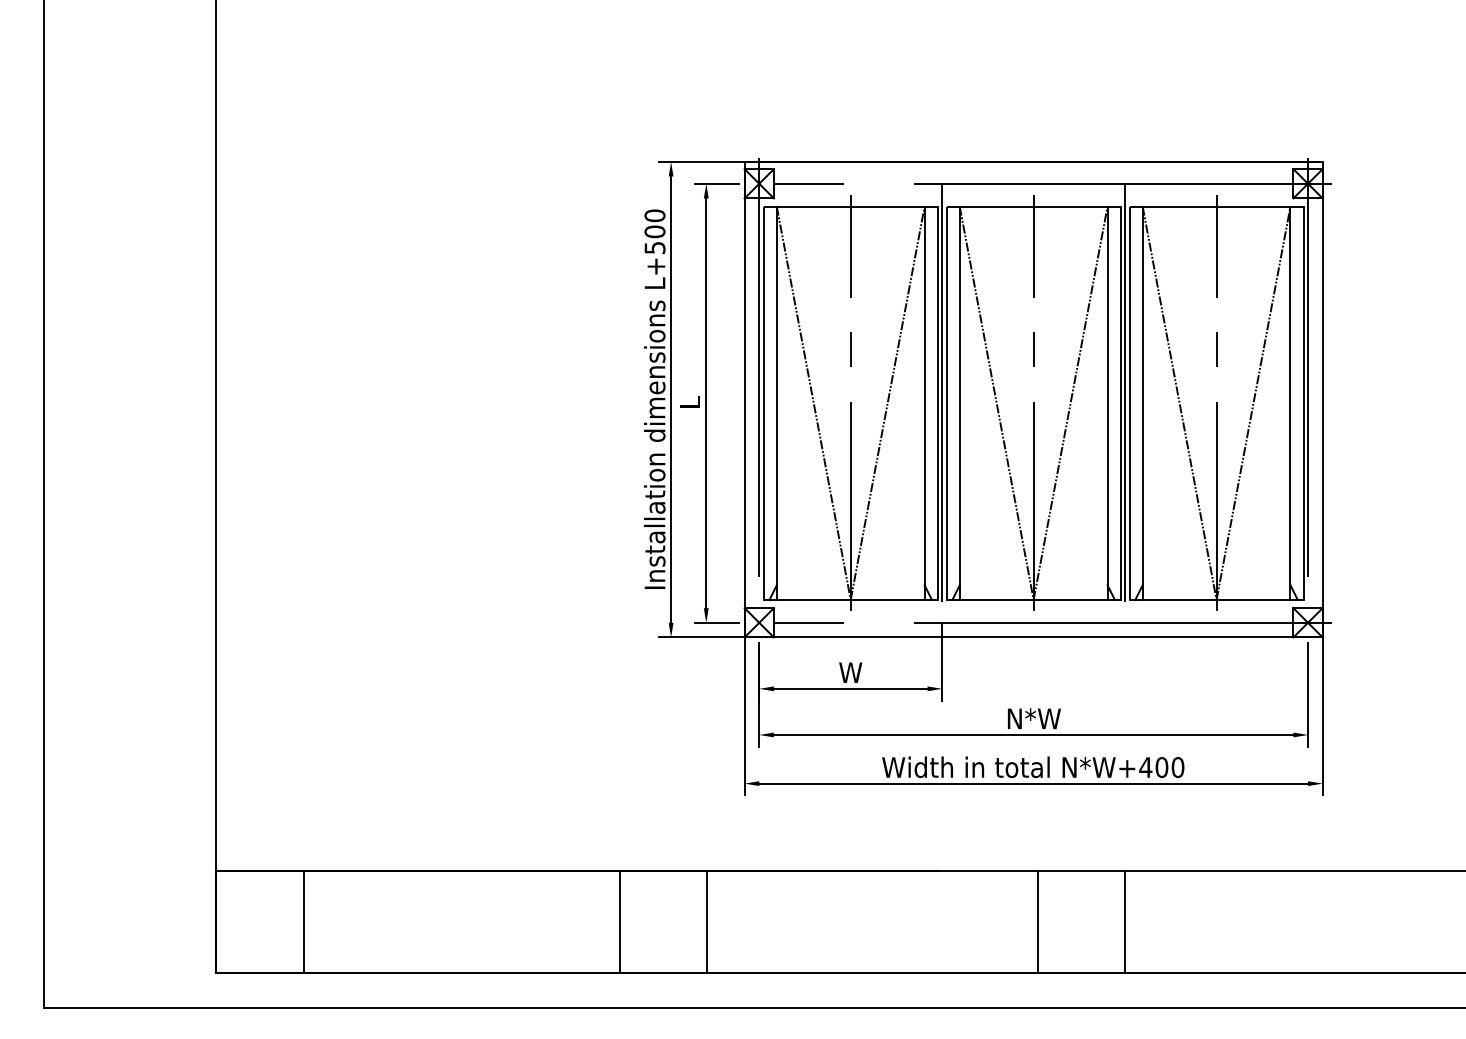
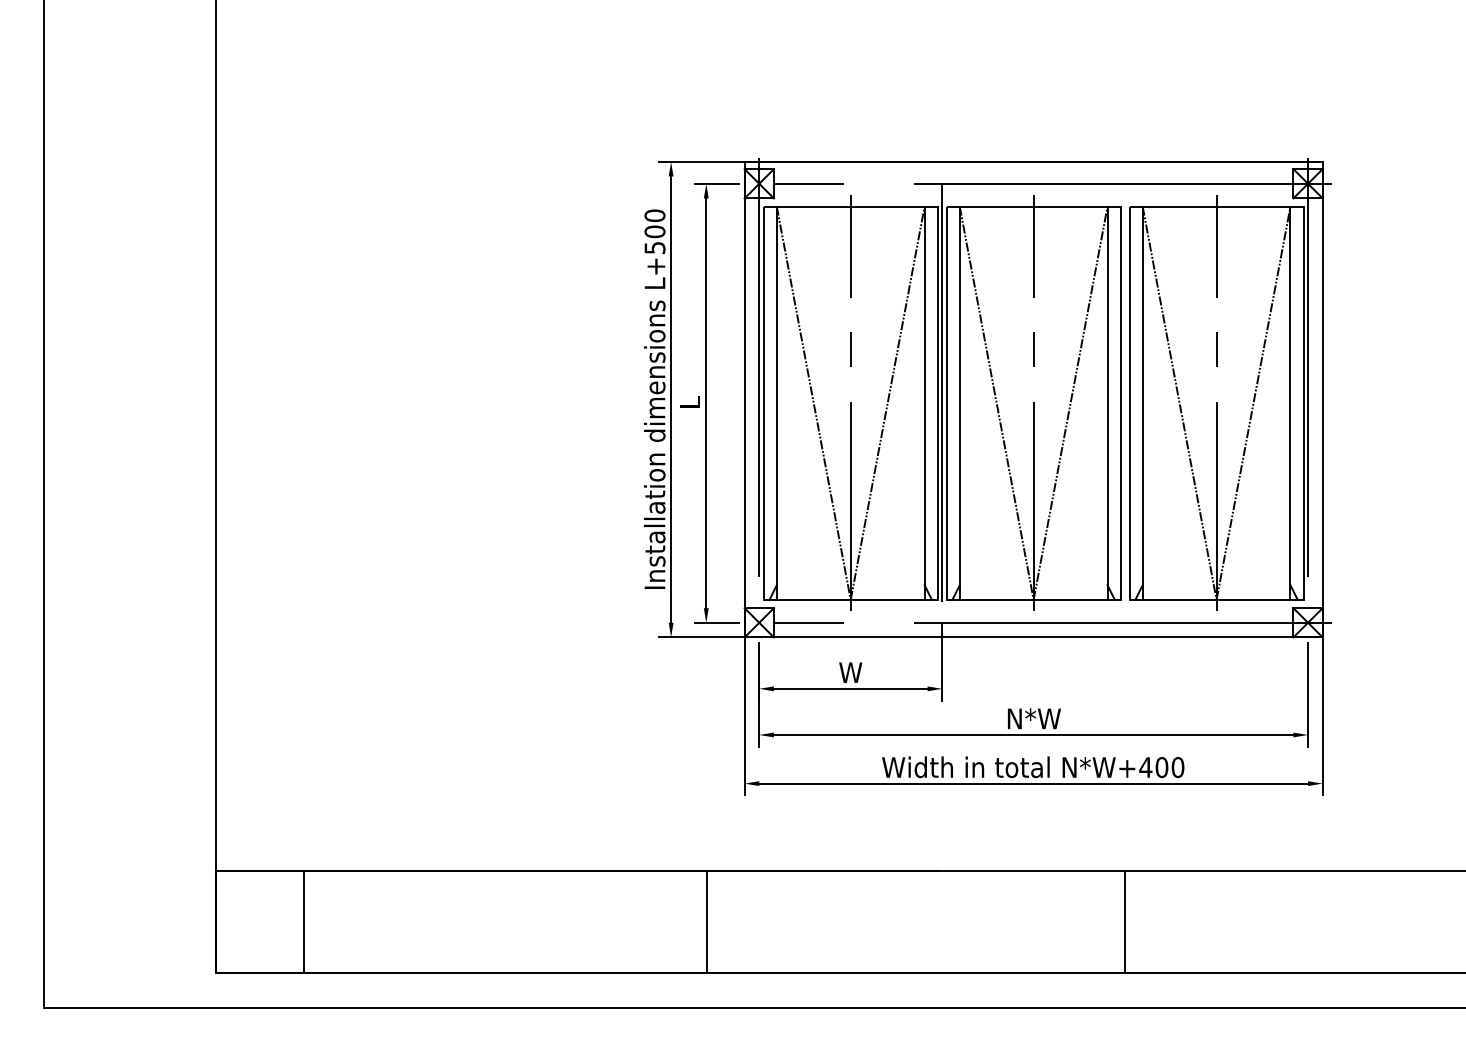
line at (1125, 402): present -> none
line at (619, 922): present -> none
line at (1037, 922): present -> none
